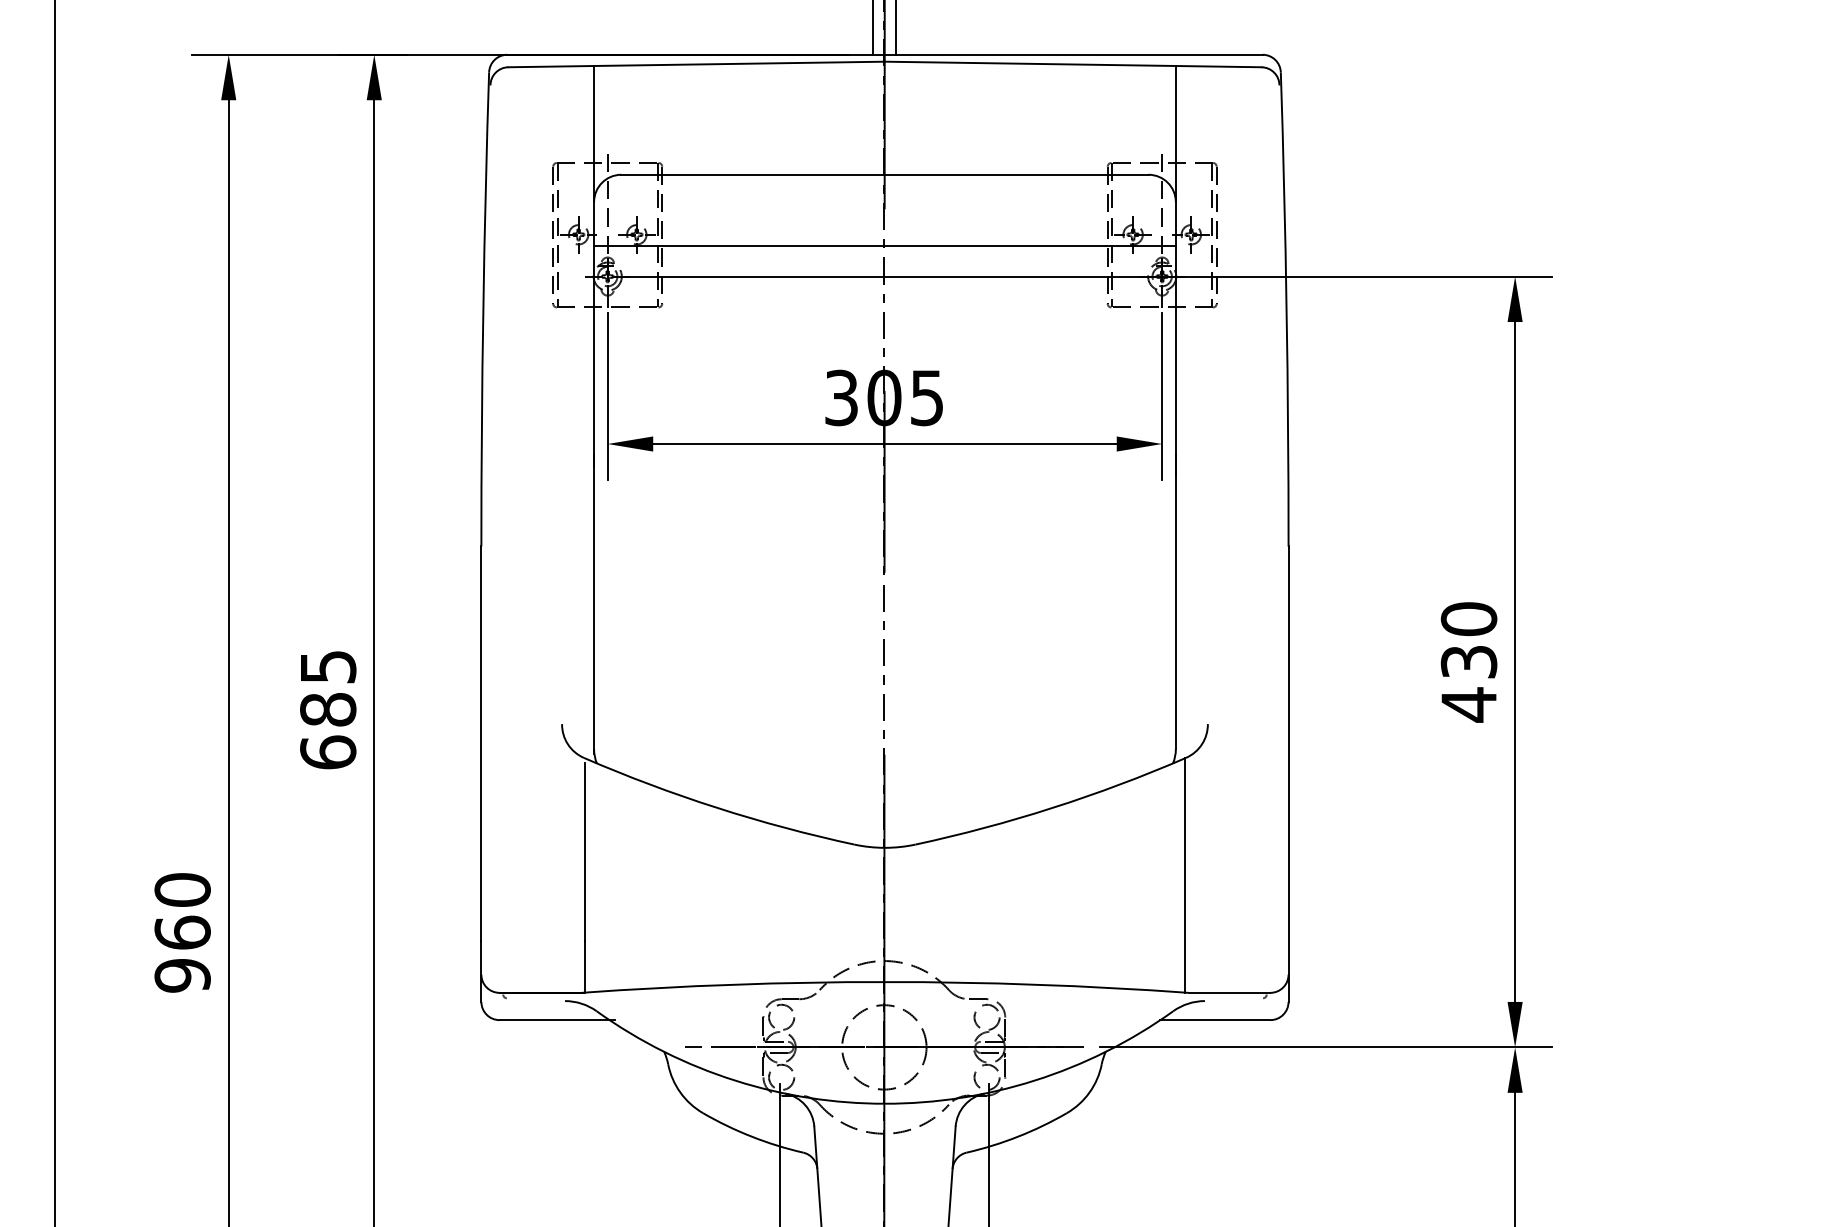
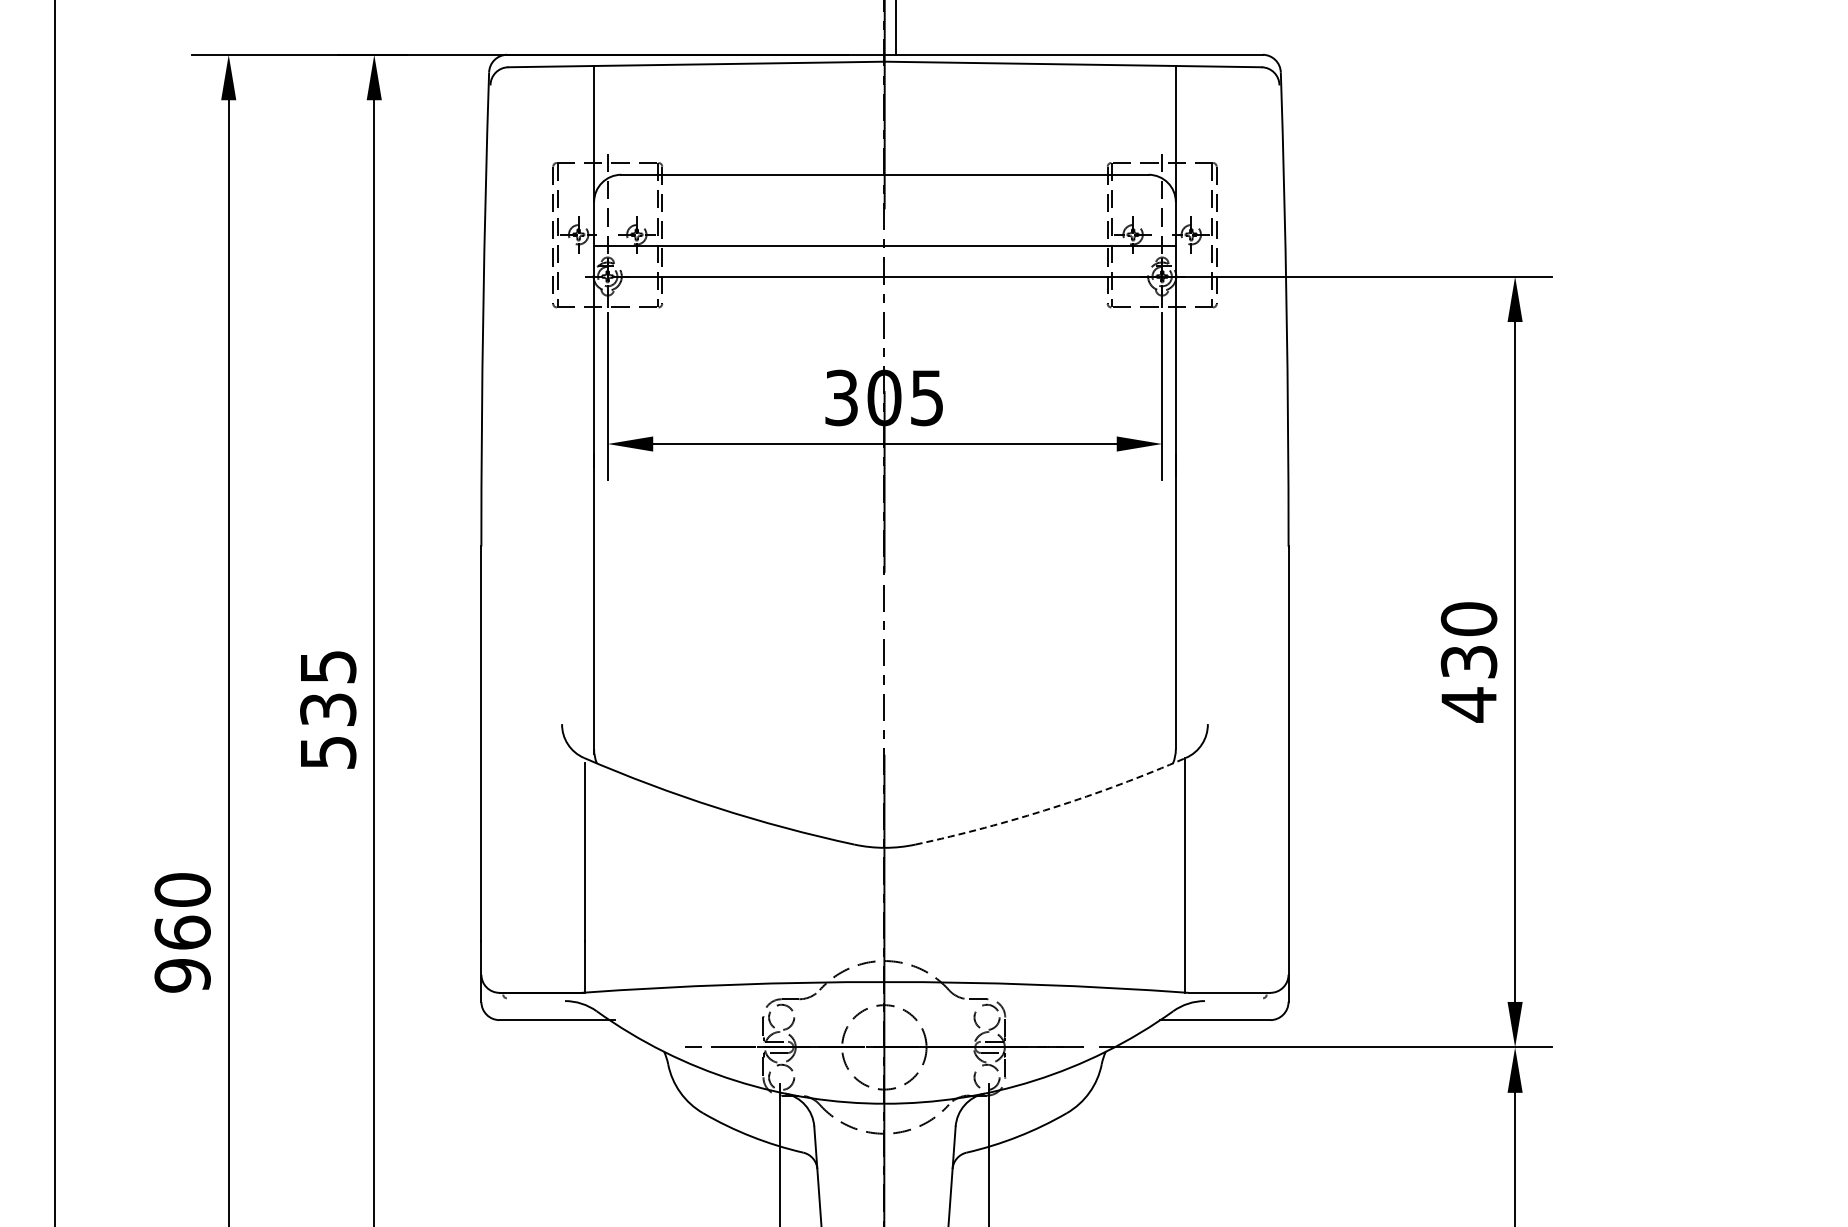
line at (873, 28): present -> none
text at (328, 731): 685 -> 535
arc at (1052, 807): solid -> dashed
